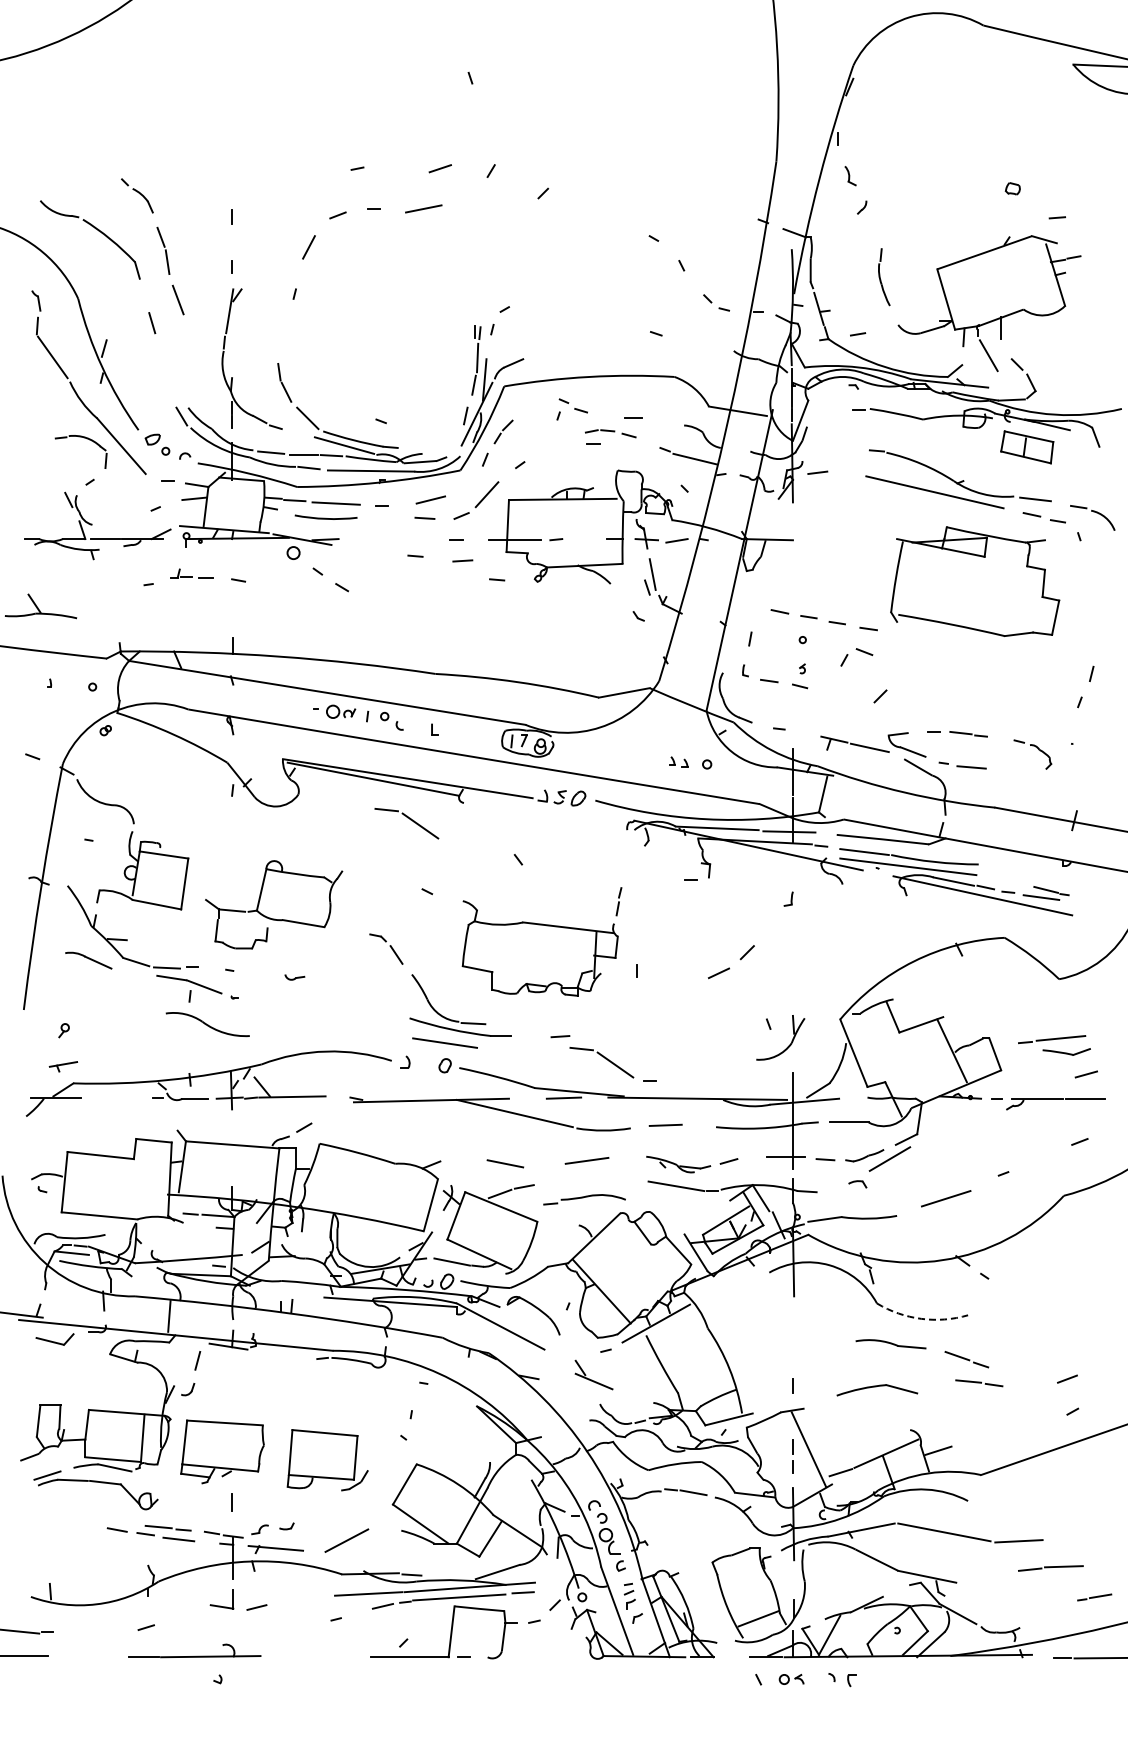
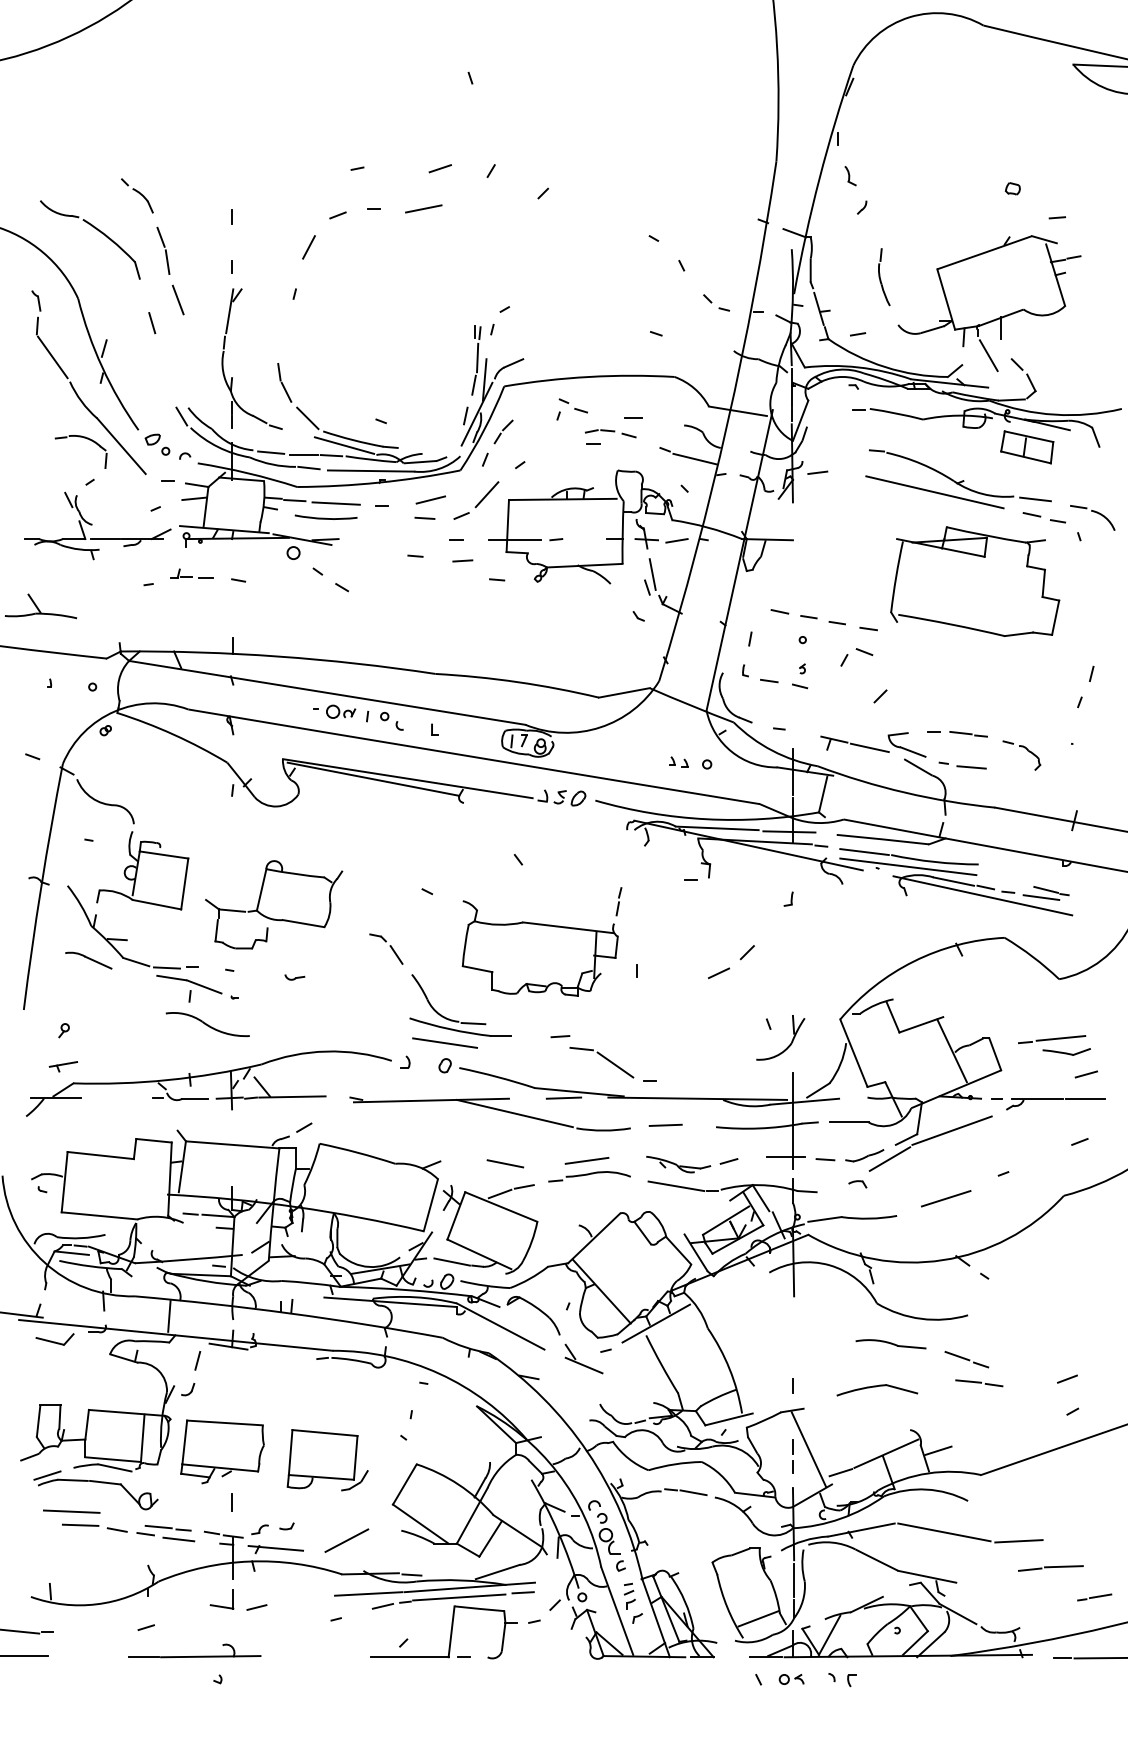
part at (1038, 750) position: (1038, 750) -> (1027, 751)
part at (406, 823): present -> none
line at (951, 1130): none -> present
part at (584, 1199) position: (584, 1199) -> (589, 1176)
arc at (921, 1318): dashed -> solid
part at (593, 1374) position: (593, 1374) -> (583, 1358)
line at (71, 1511): none -> present
line at (80, 1524): none -> present
line at (794, 1579): none -> present
